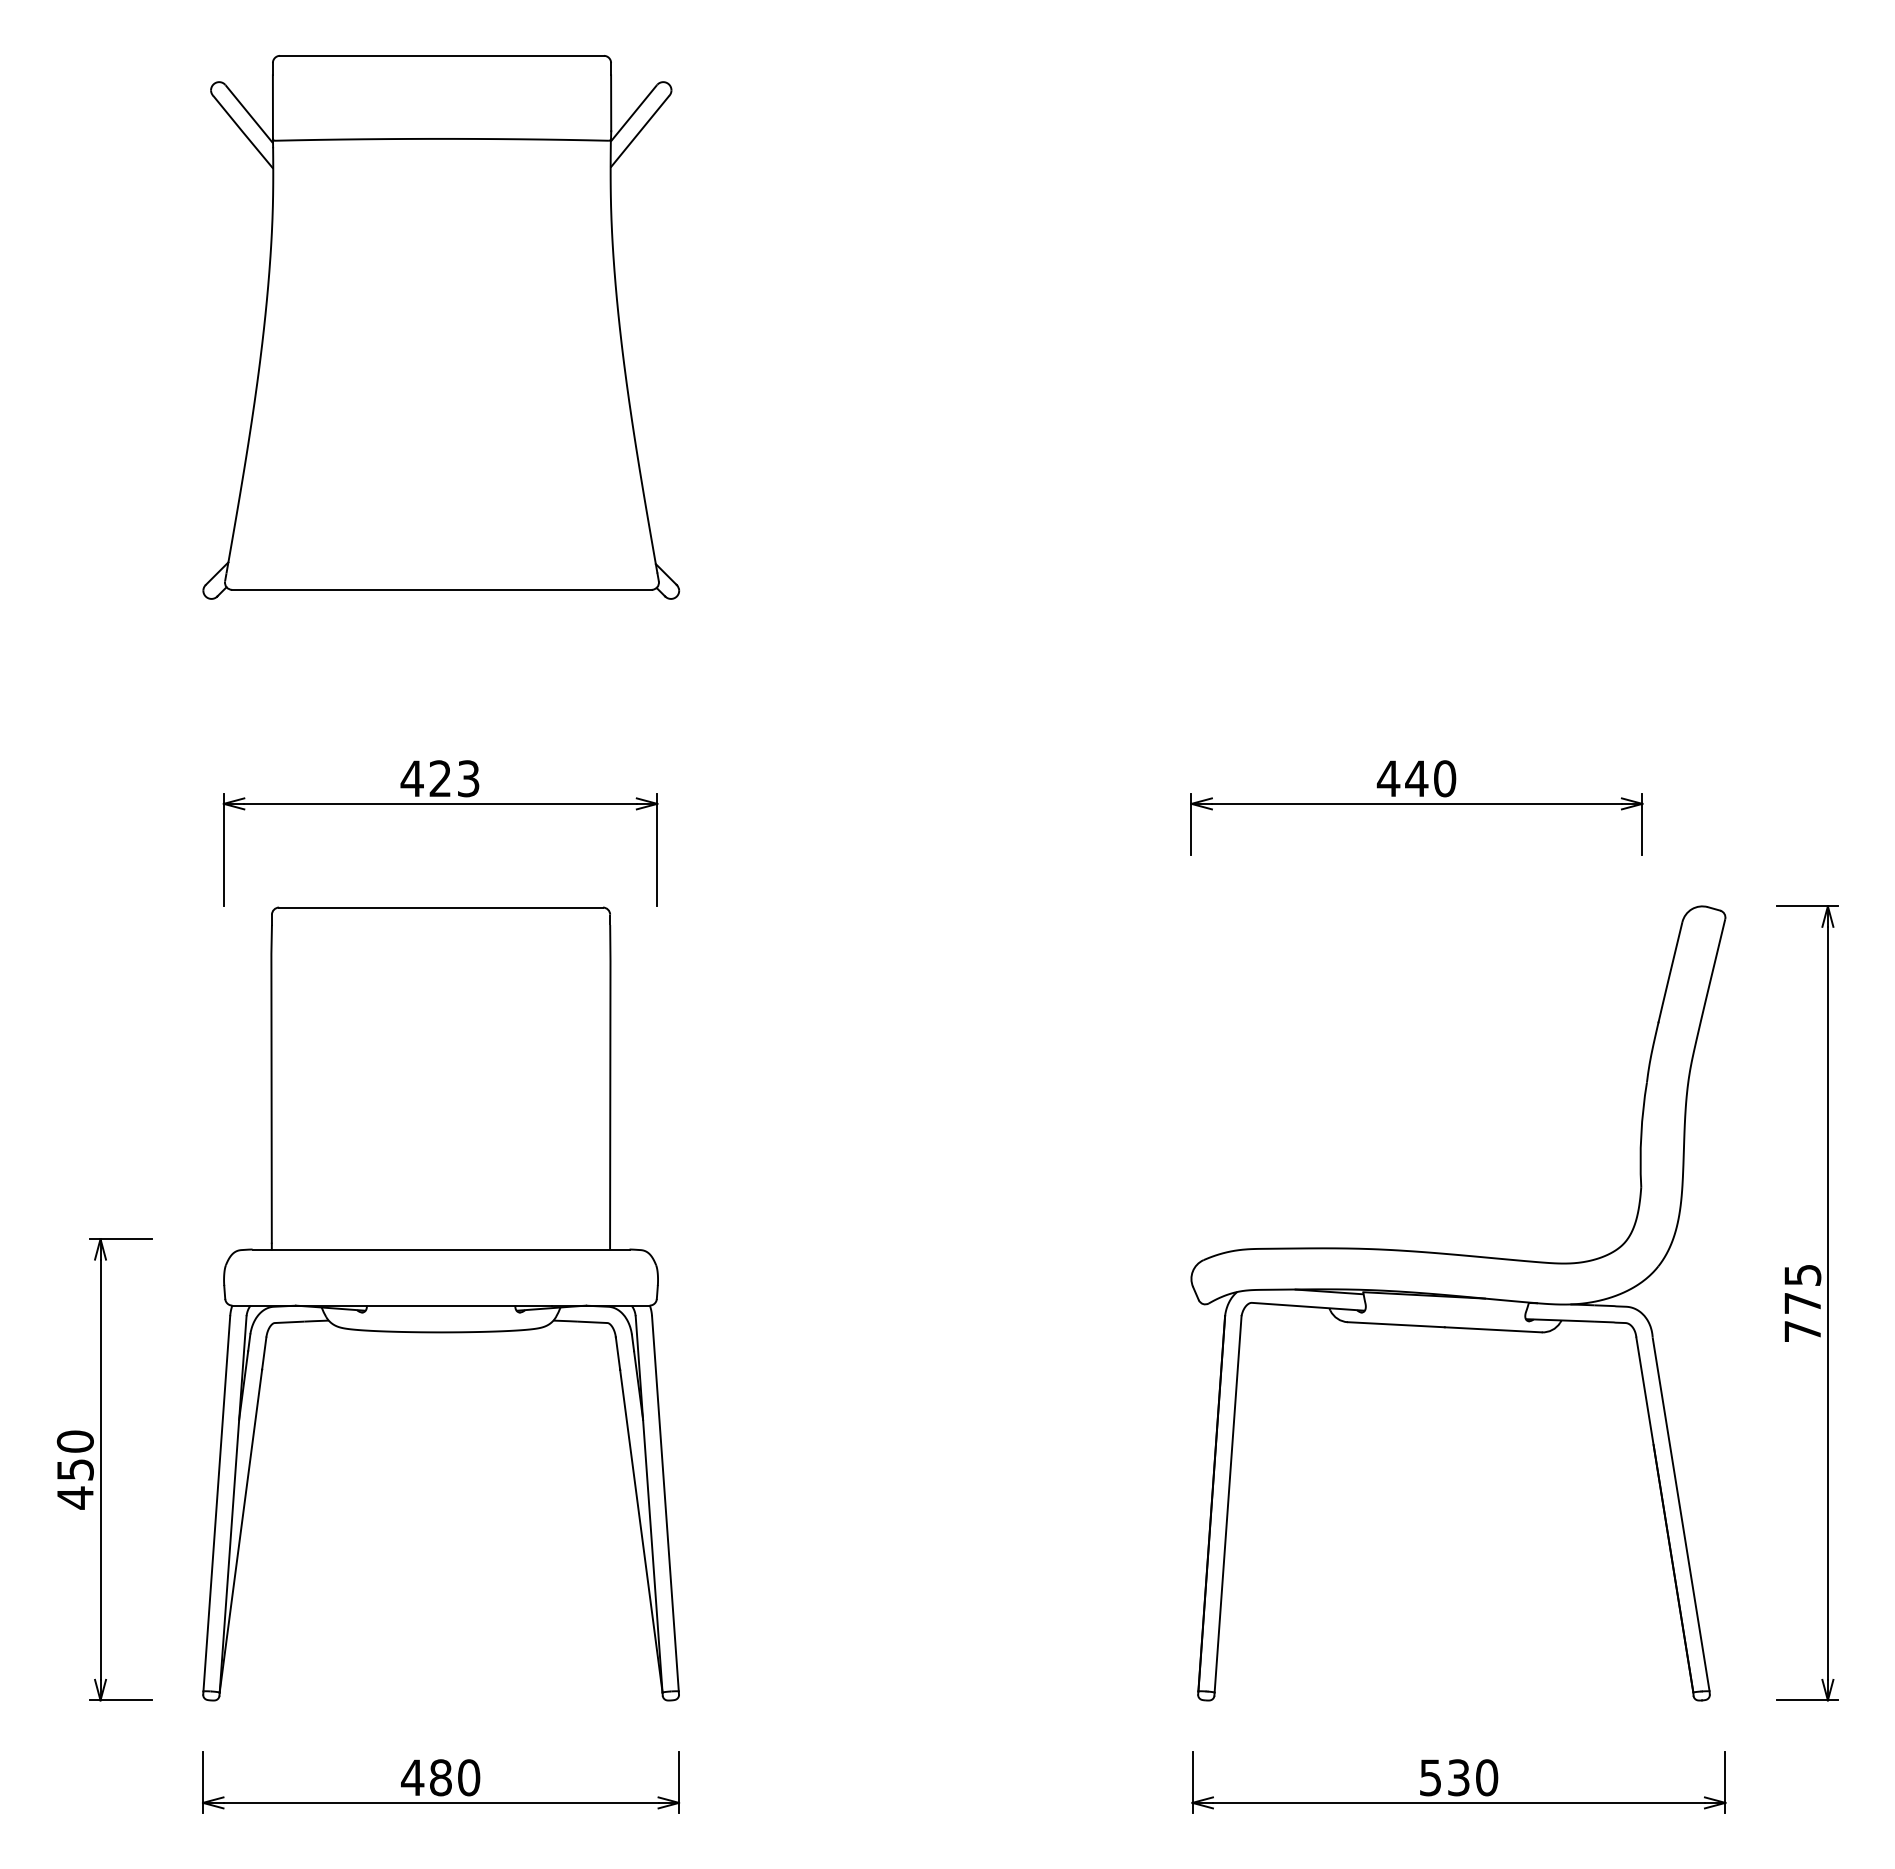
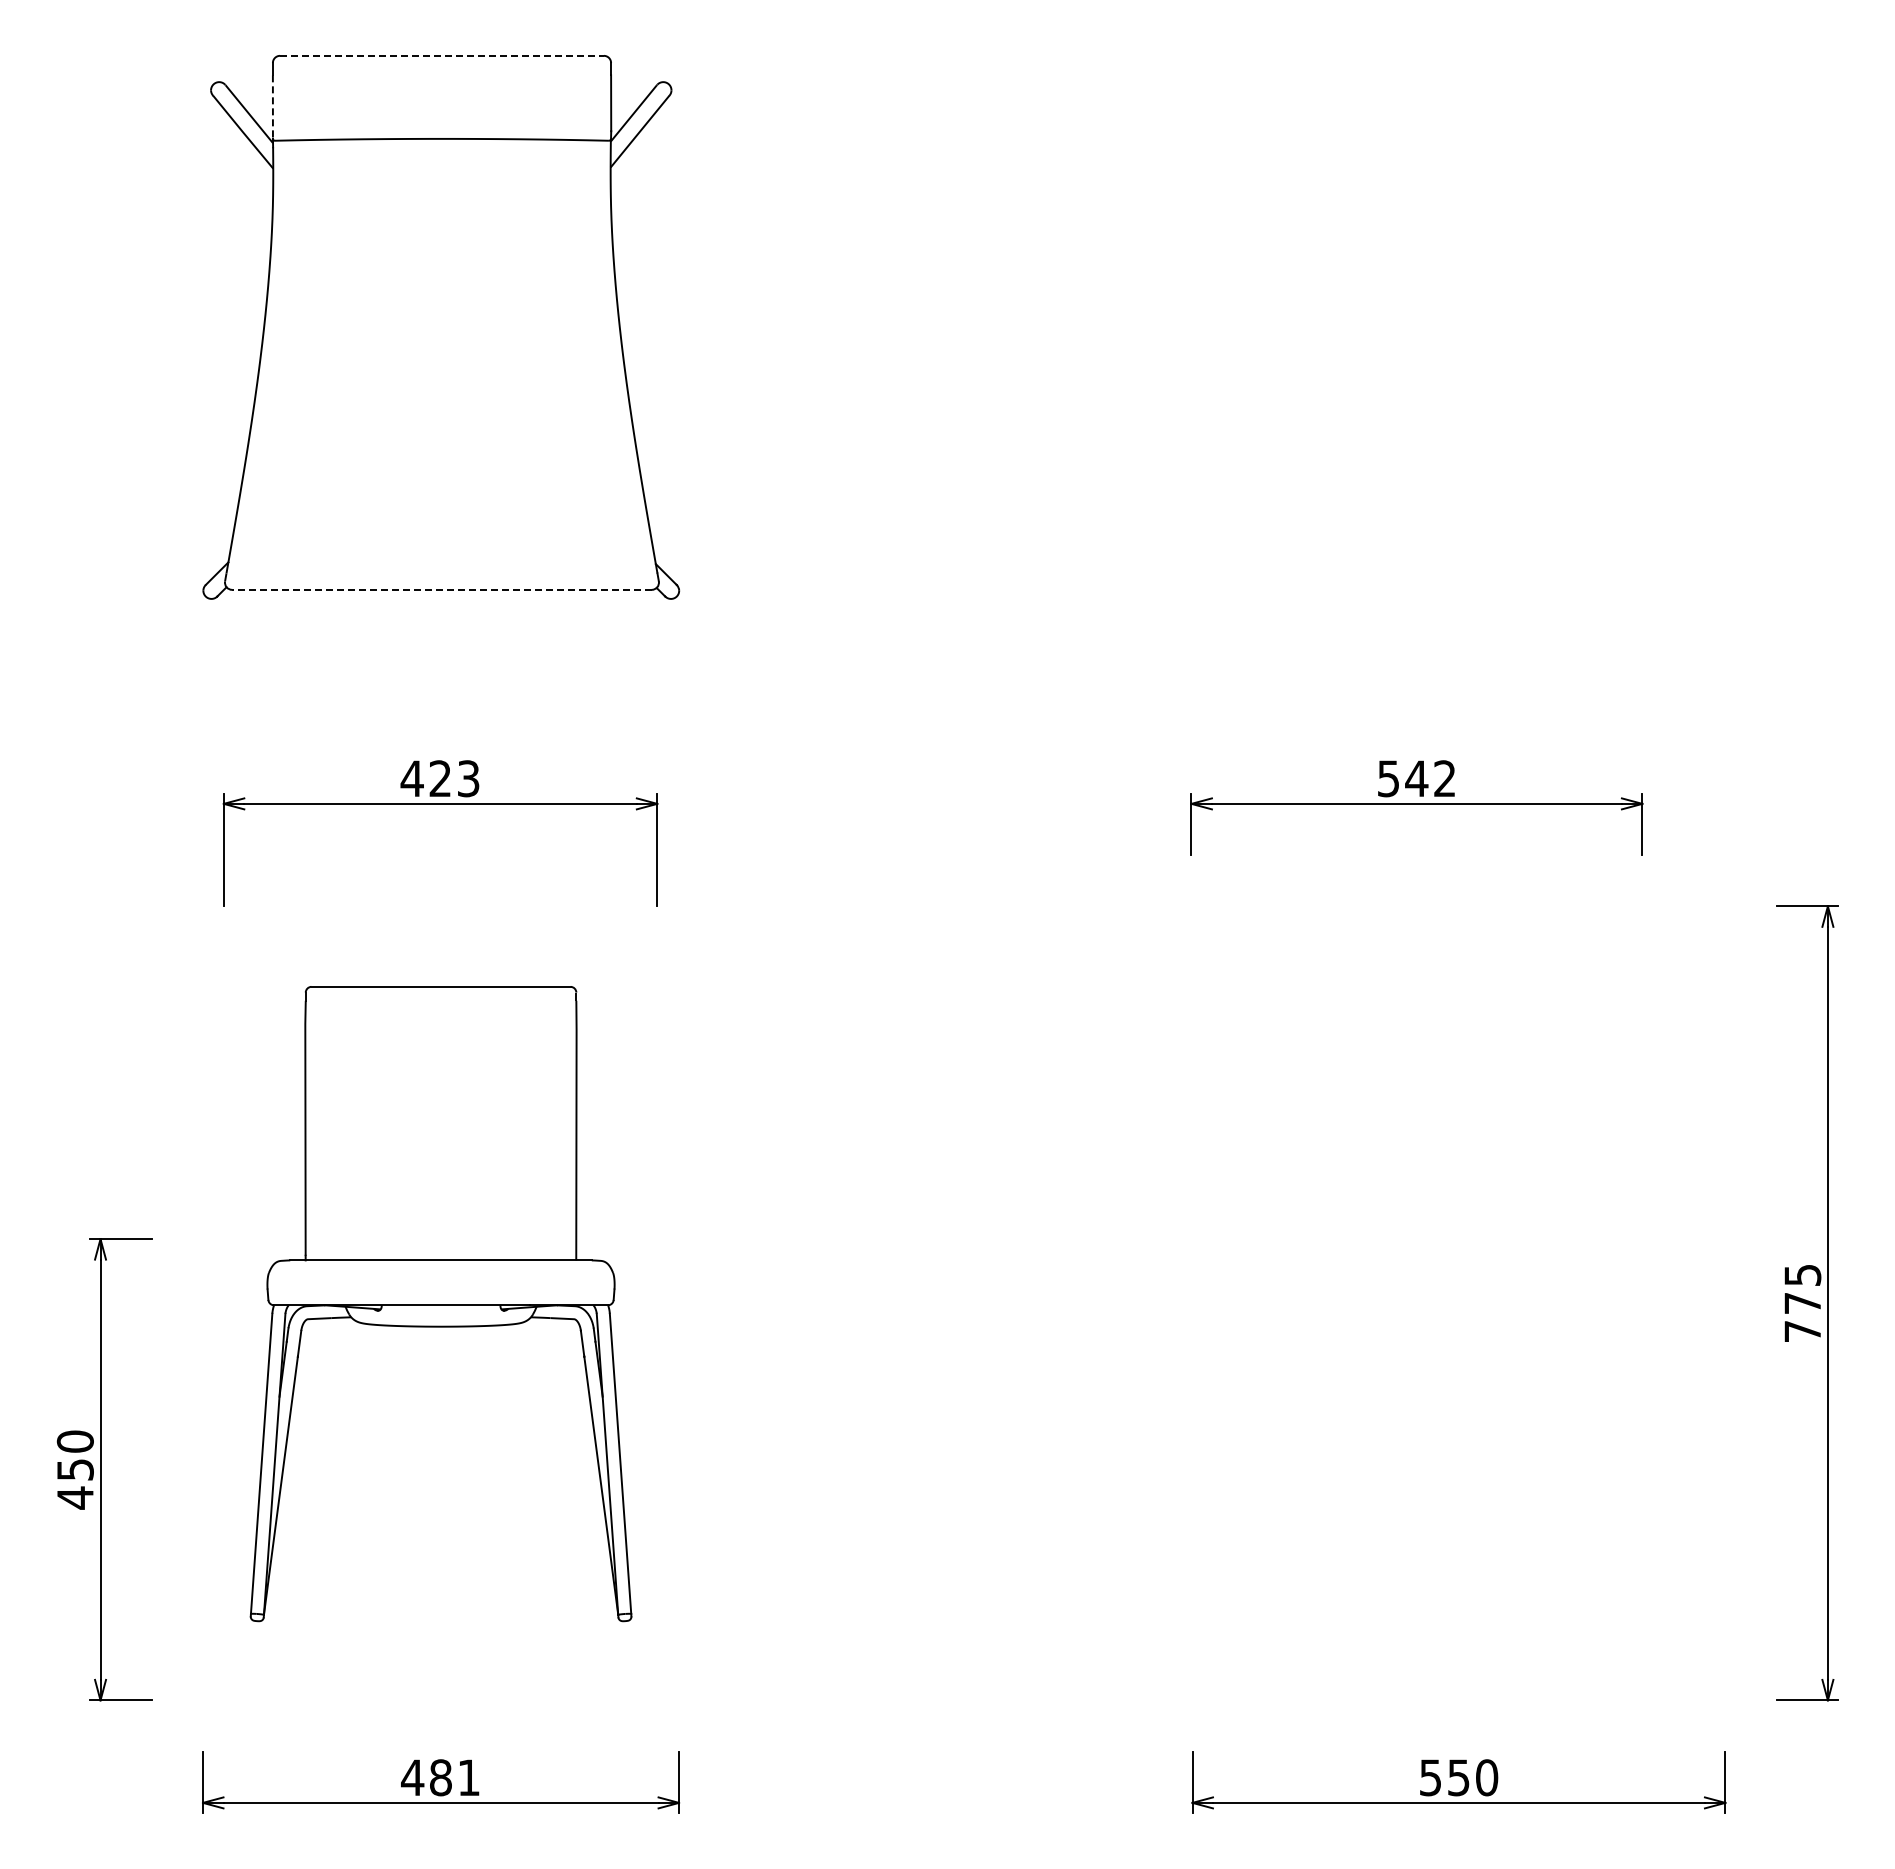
line at (442, 55): solid -> dashed
line at (272, 107): solid -> dashed
line at (441, 589): solid -> dashed
text at (1416, 778): 440 -> 542
part at (440, 1303) size: 478x796 px -> 384x637 px
part at (1458, 1303): present -> none
text at (469, 1777): 480 -> 481
text at (1458, 1777): 530 -> 550
